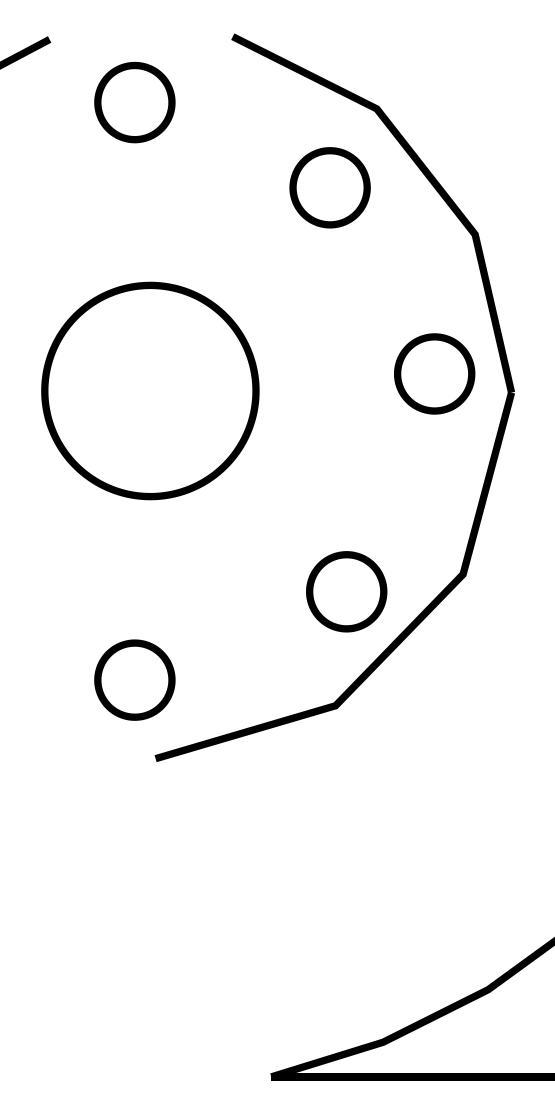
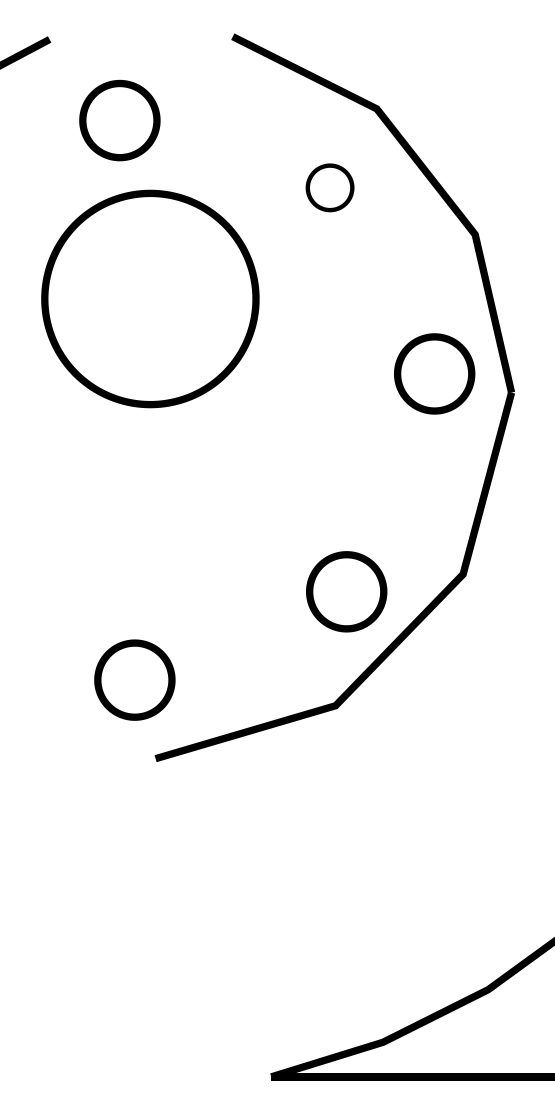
part at (134, 102) position: (134, 102) -> (119, 120)
part at (329, 187) size: 82x82 px -> 50x50 px
part at (150, 390) position: (150, 390) -> (150, 298)
